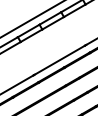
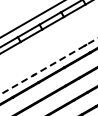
line at (49, 66): solid -> dashed
